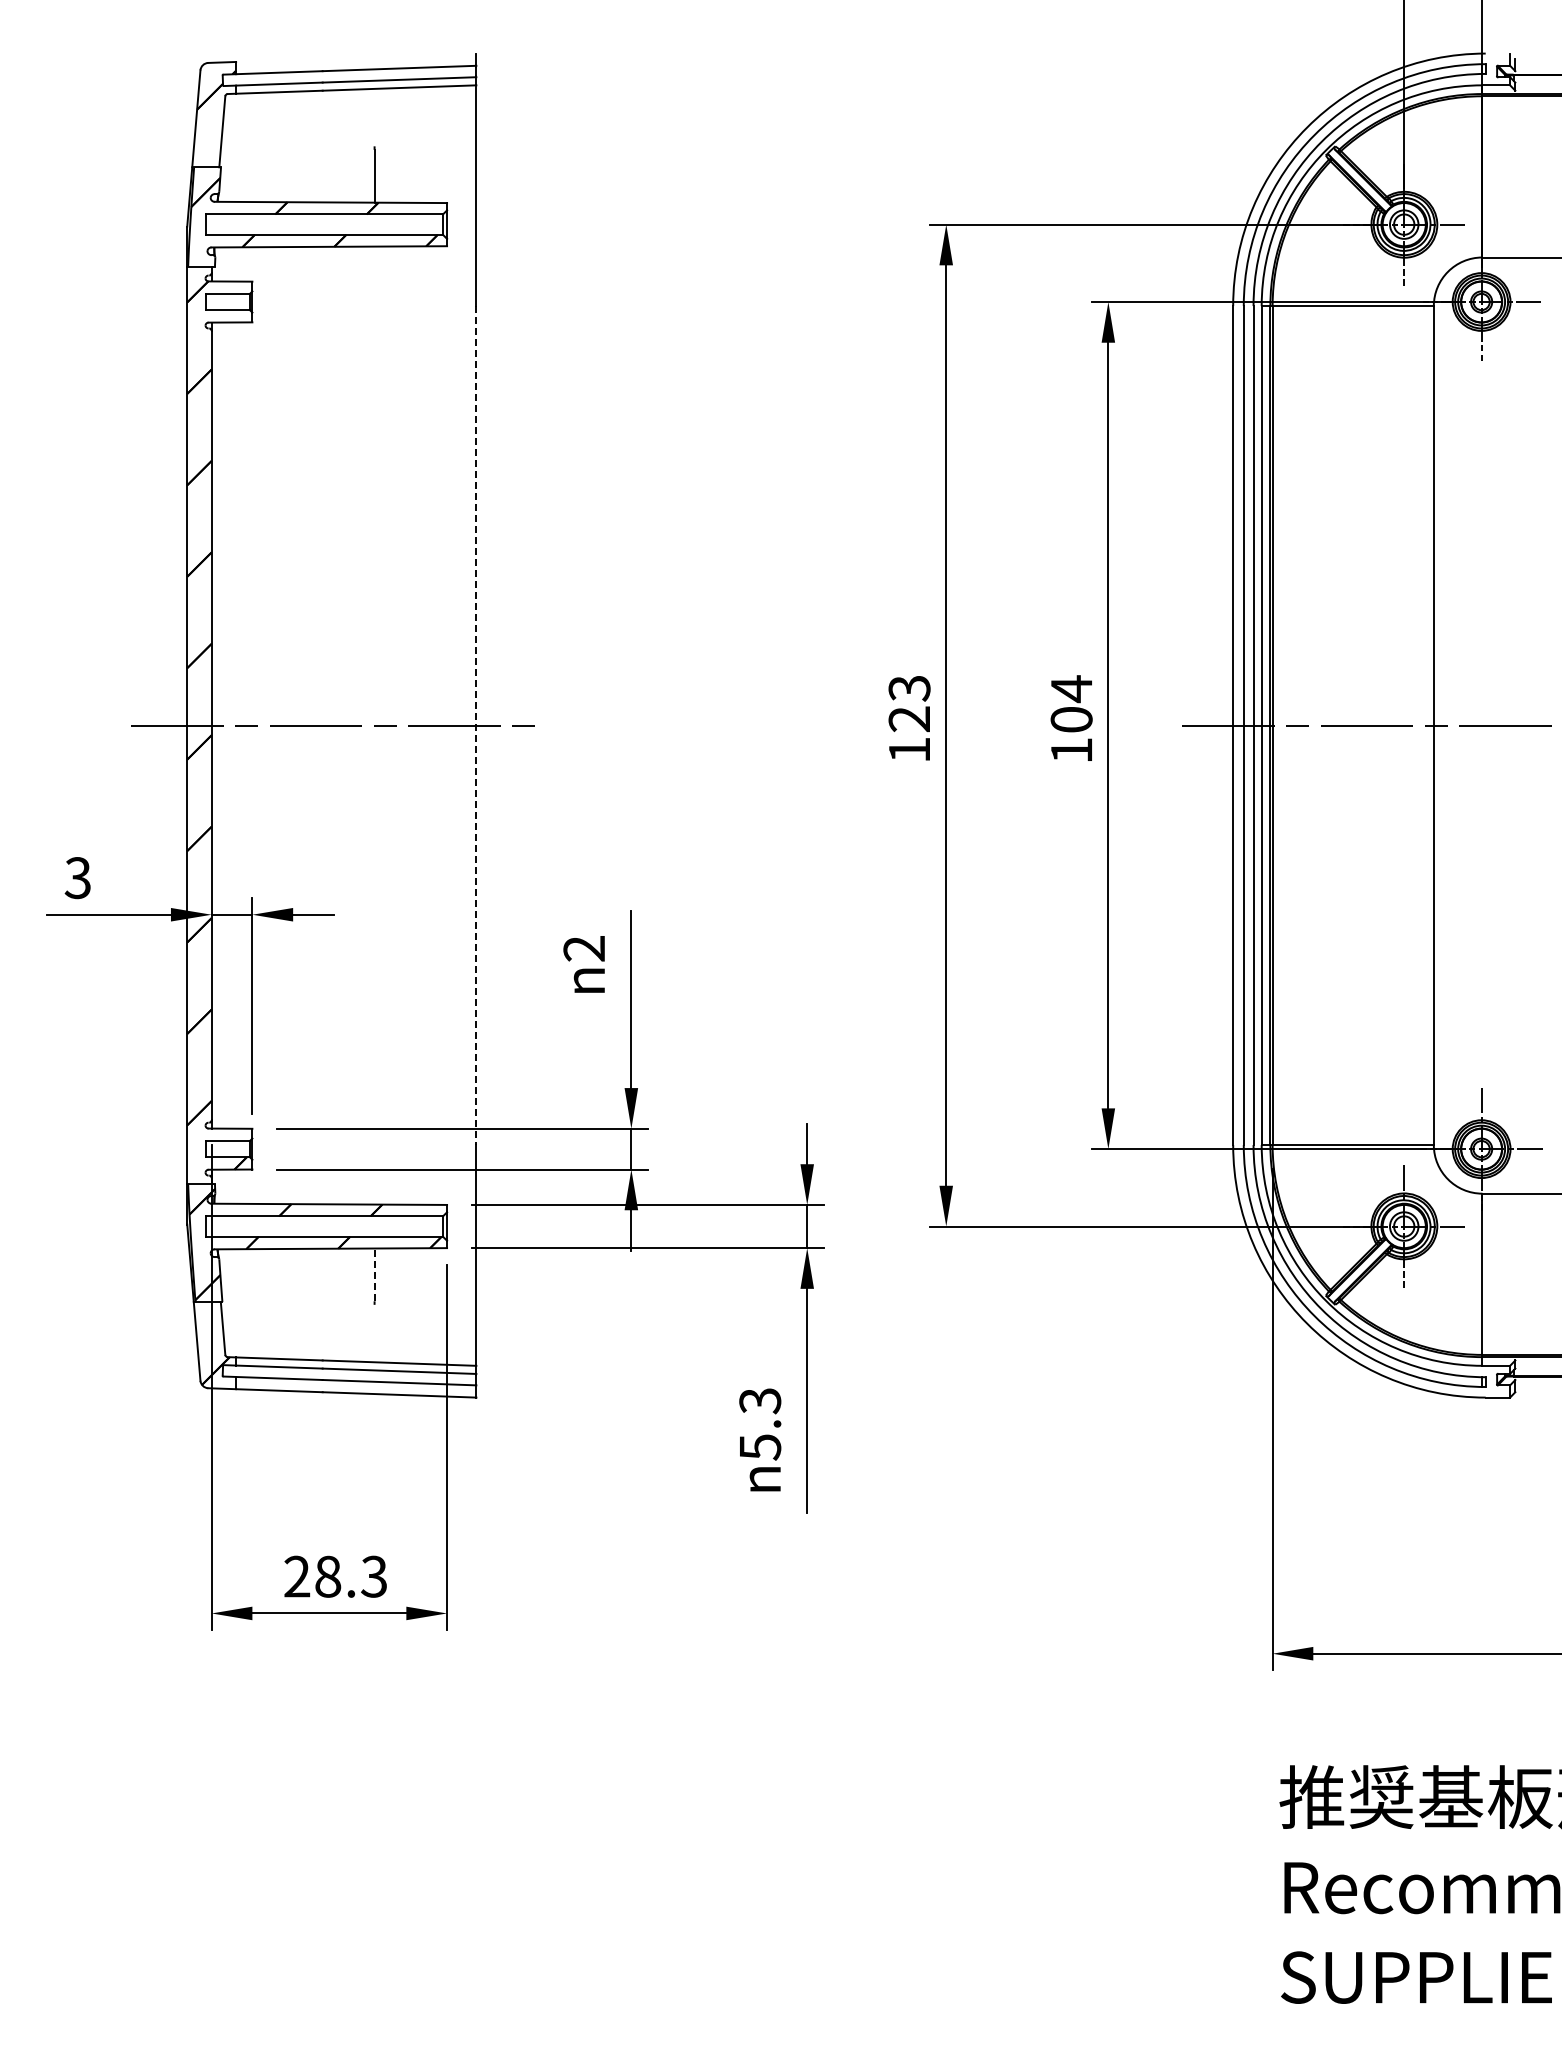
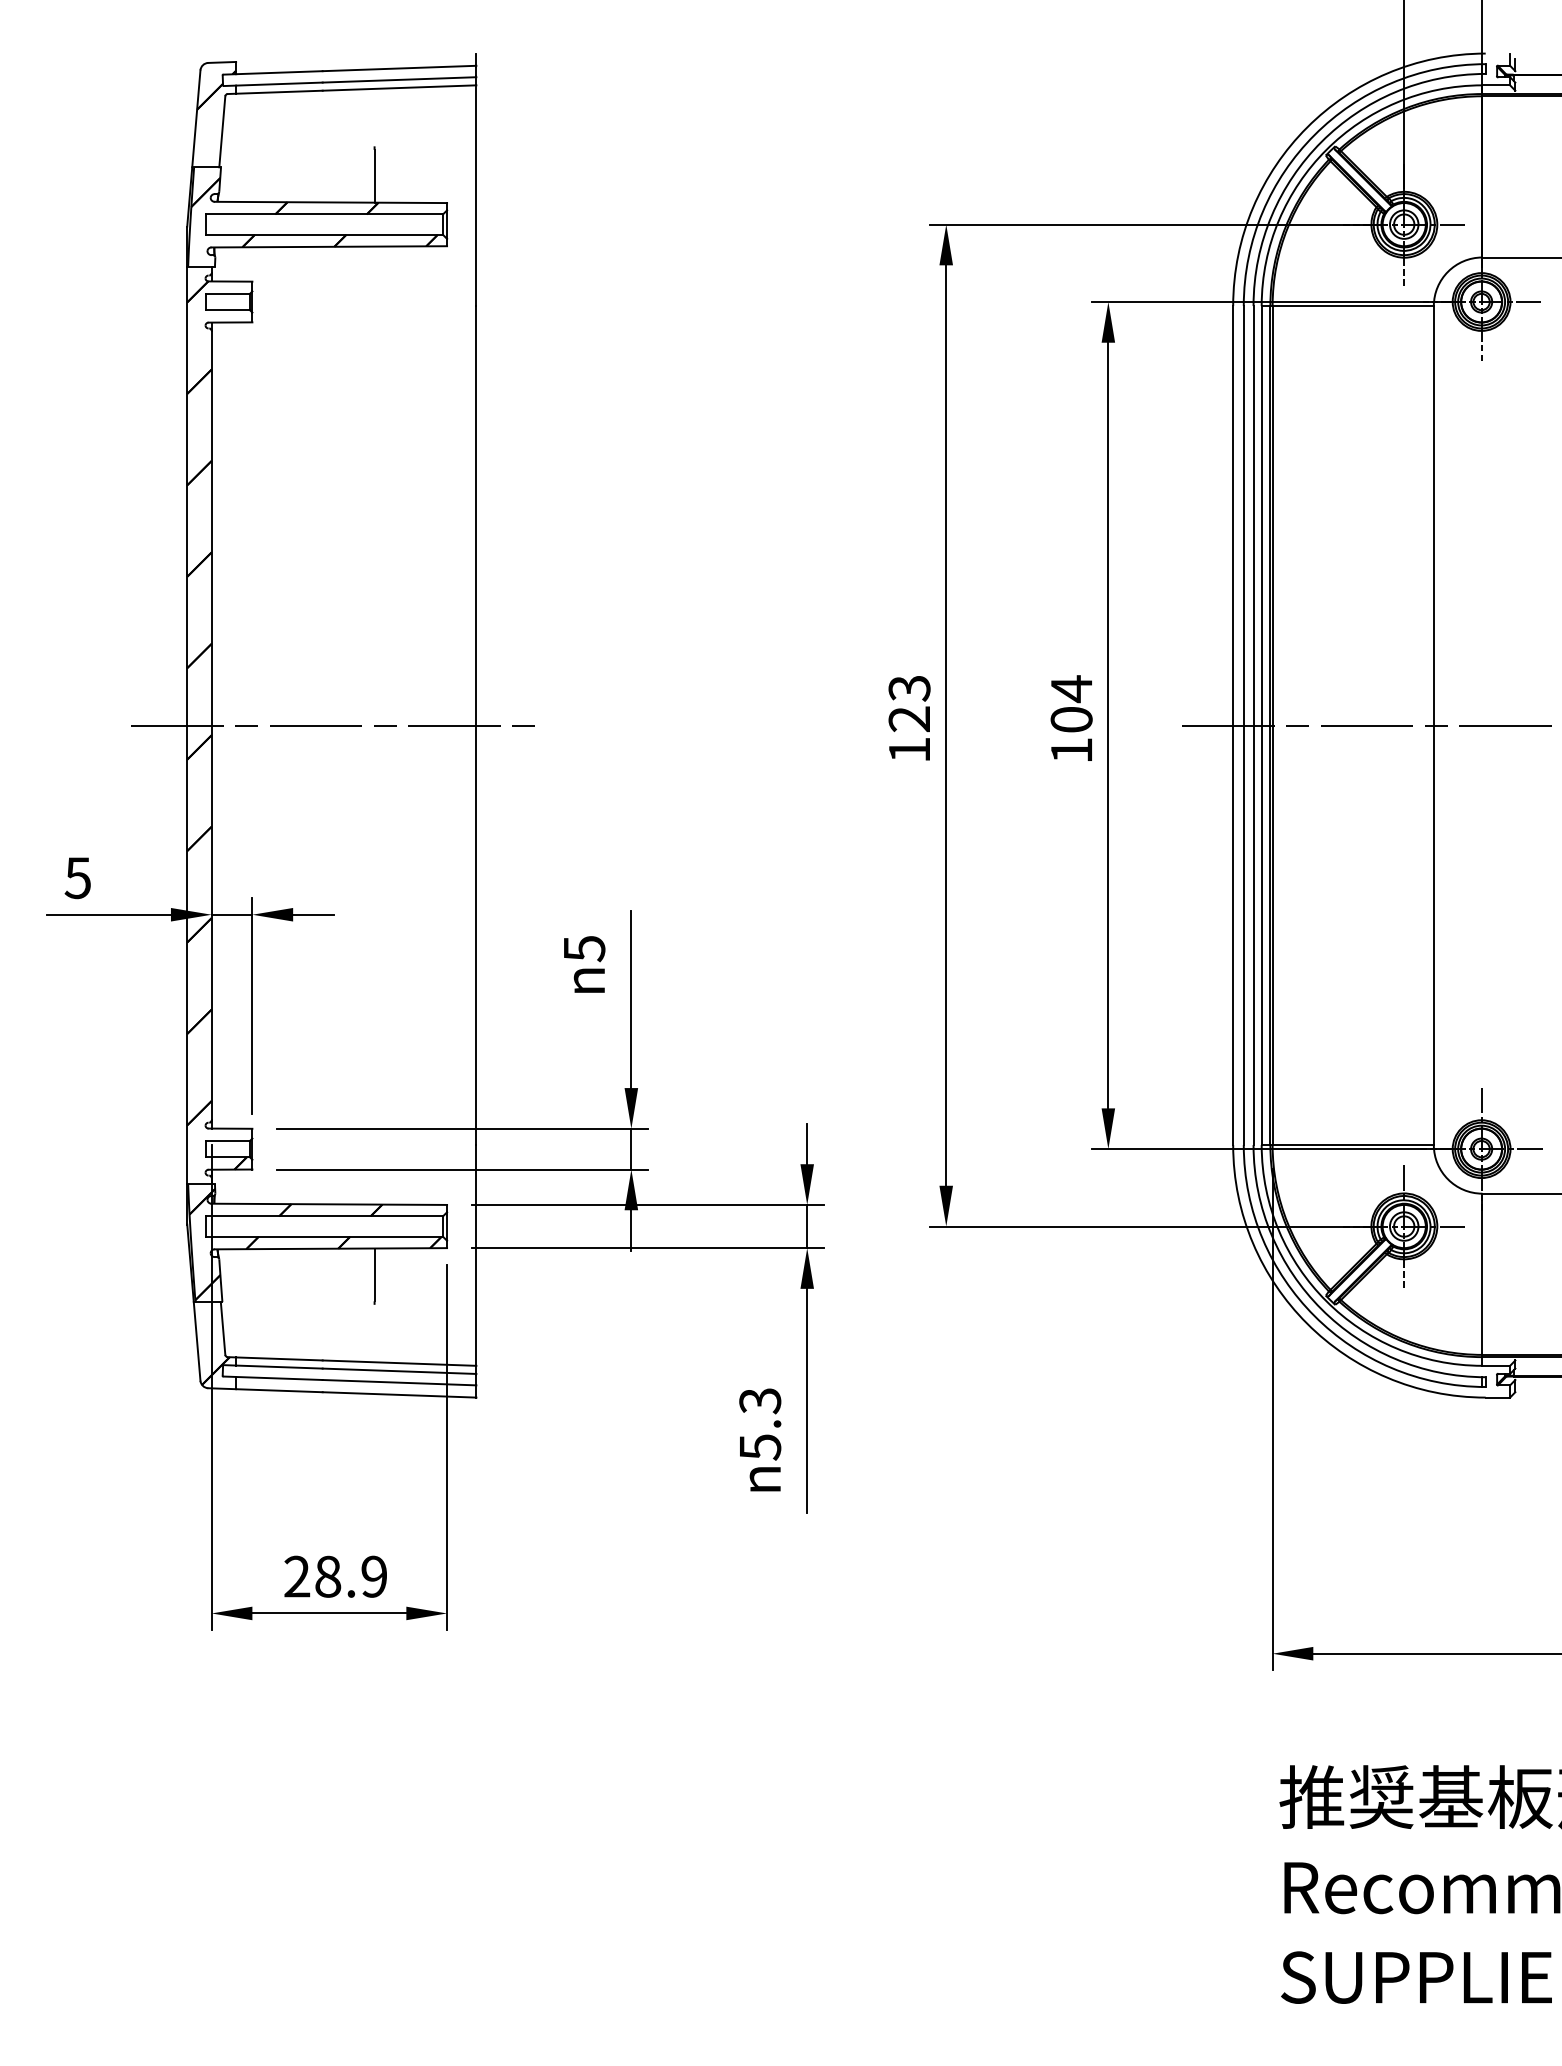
line at (476, 726): dashed -> solid
text at (77, 877): 3 -> 5
text at (584, 949): n2 -> n5
line at (374, 1274): dashed -> solid
text at (373, 1576): 28.3 -> 28.9
